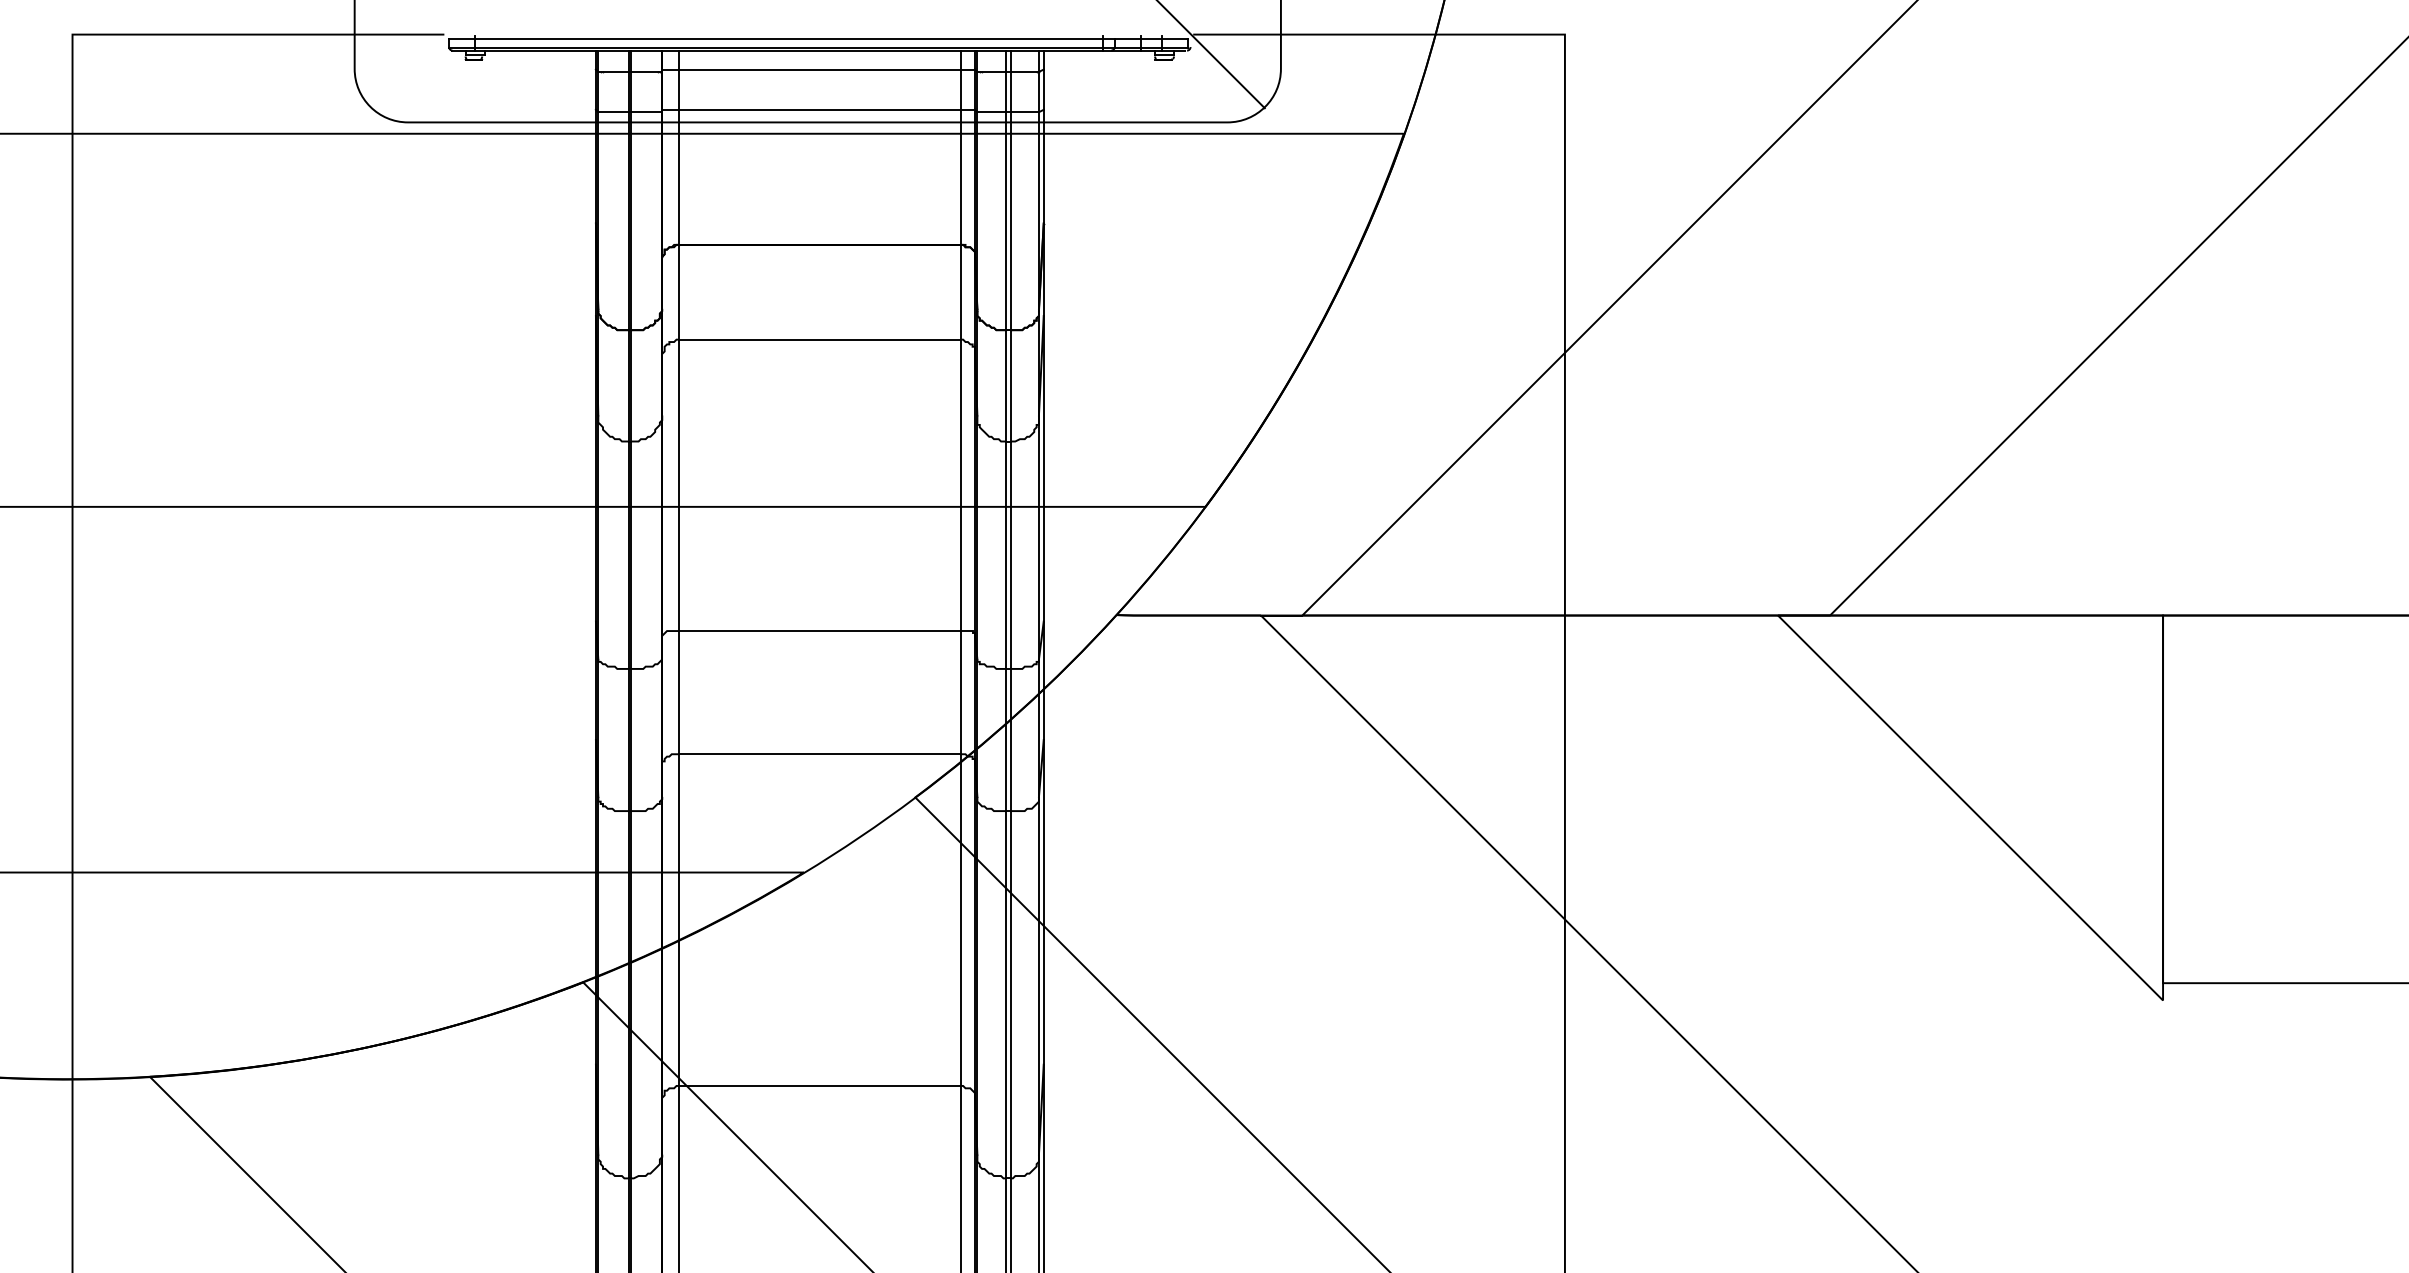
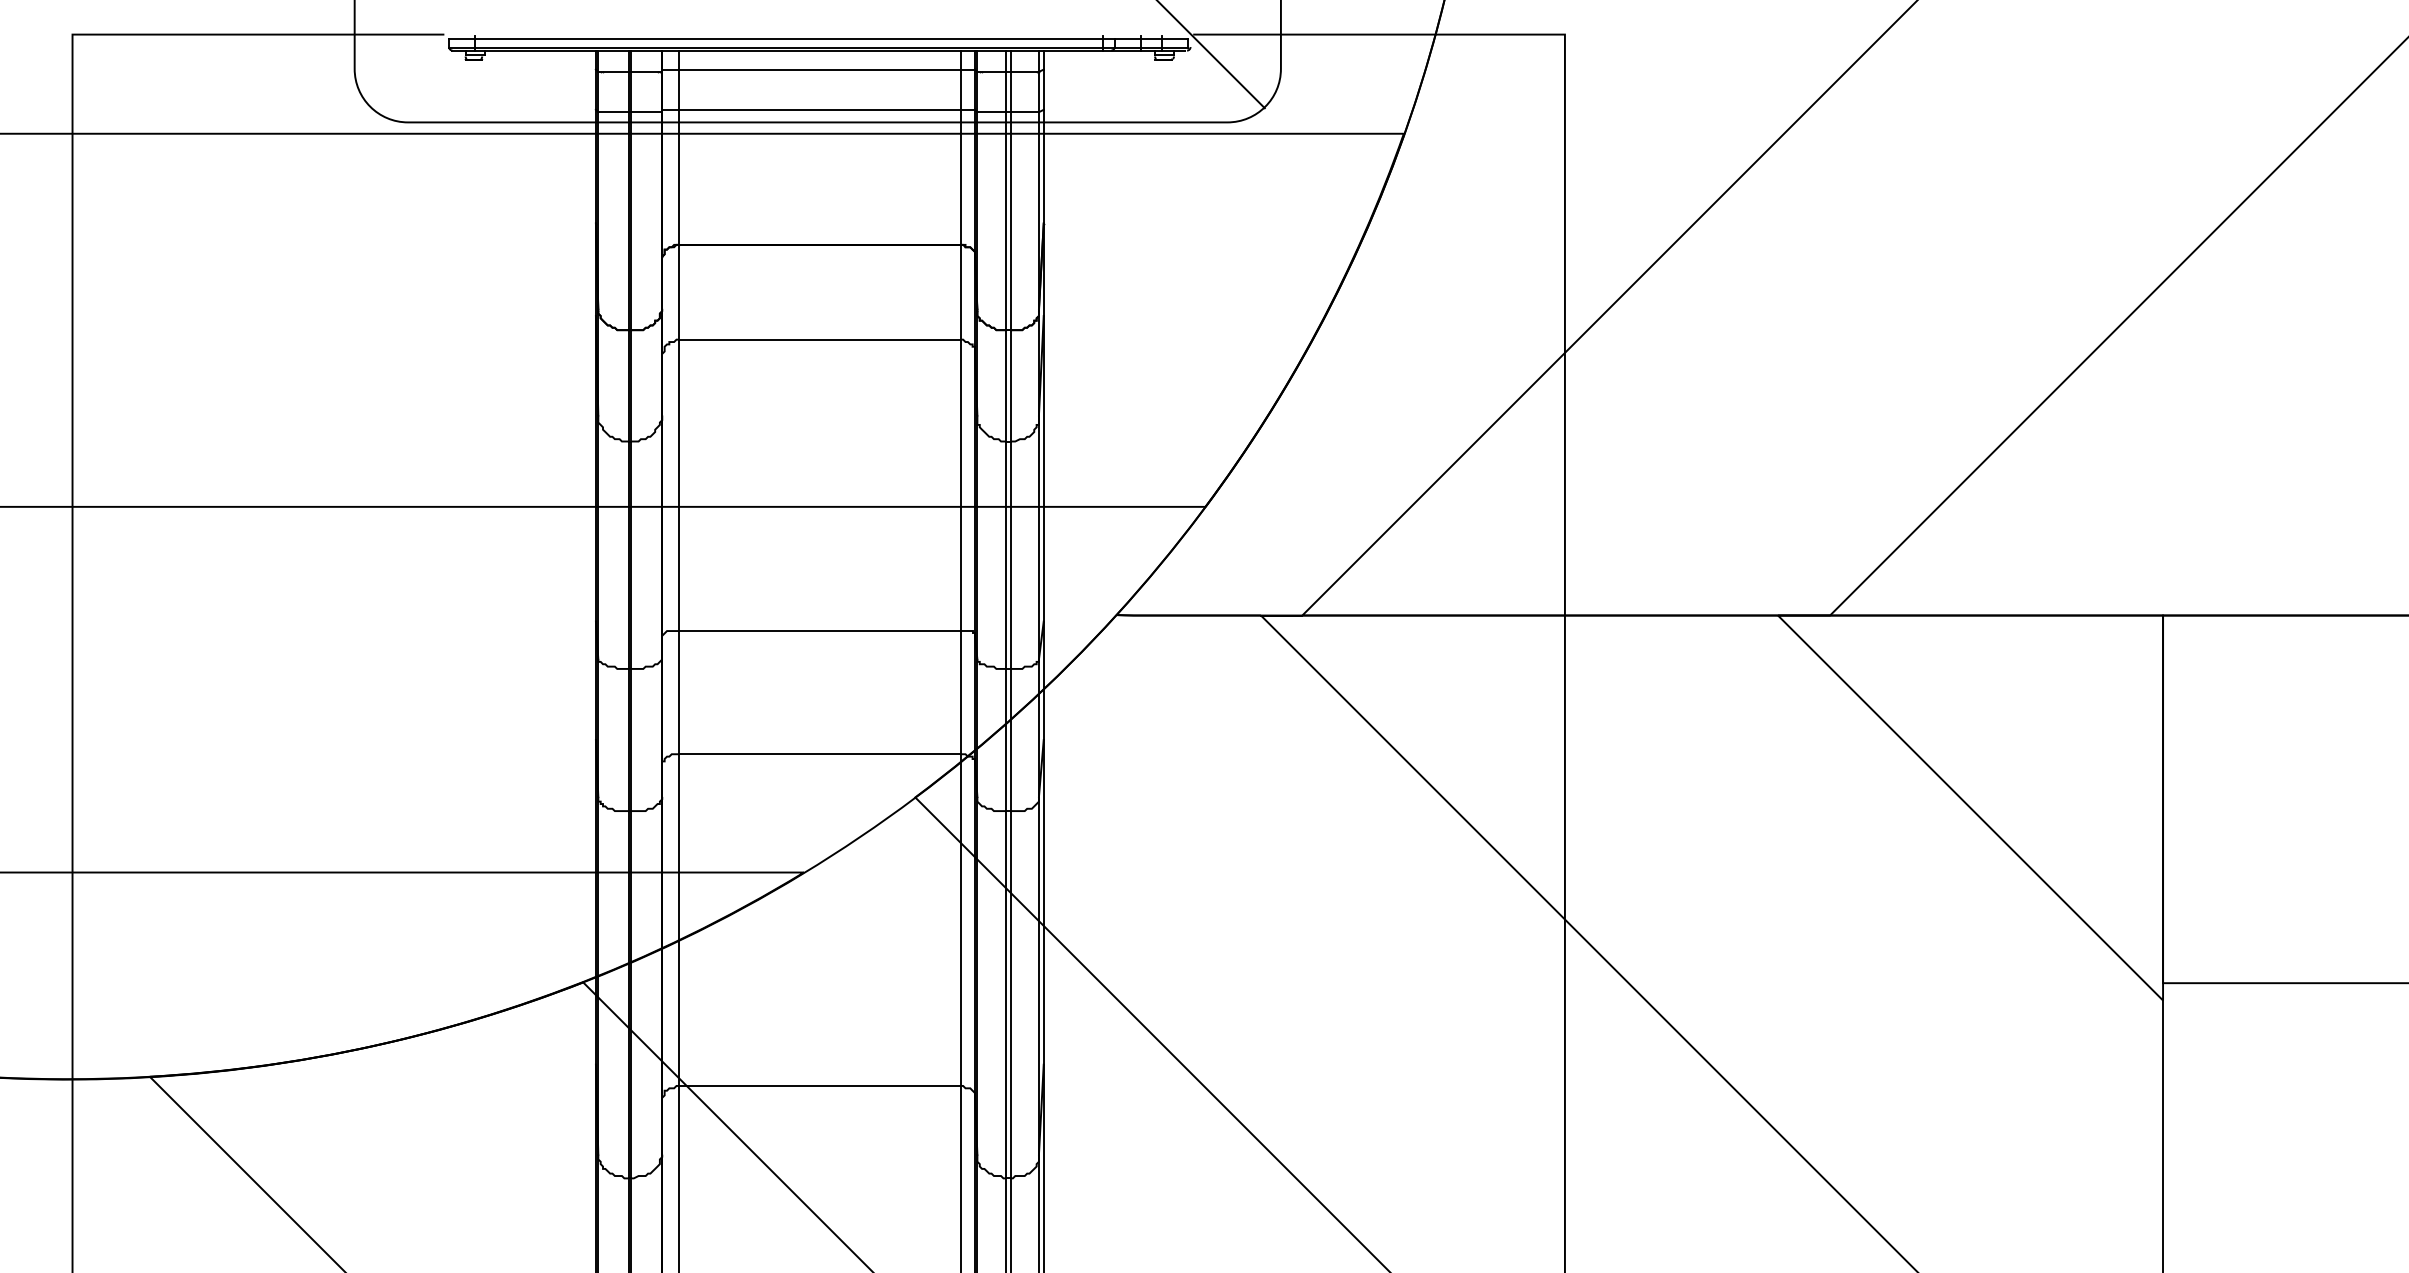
line at (2163, 1134): none -> present
